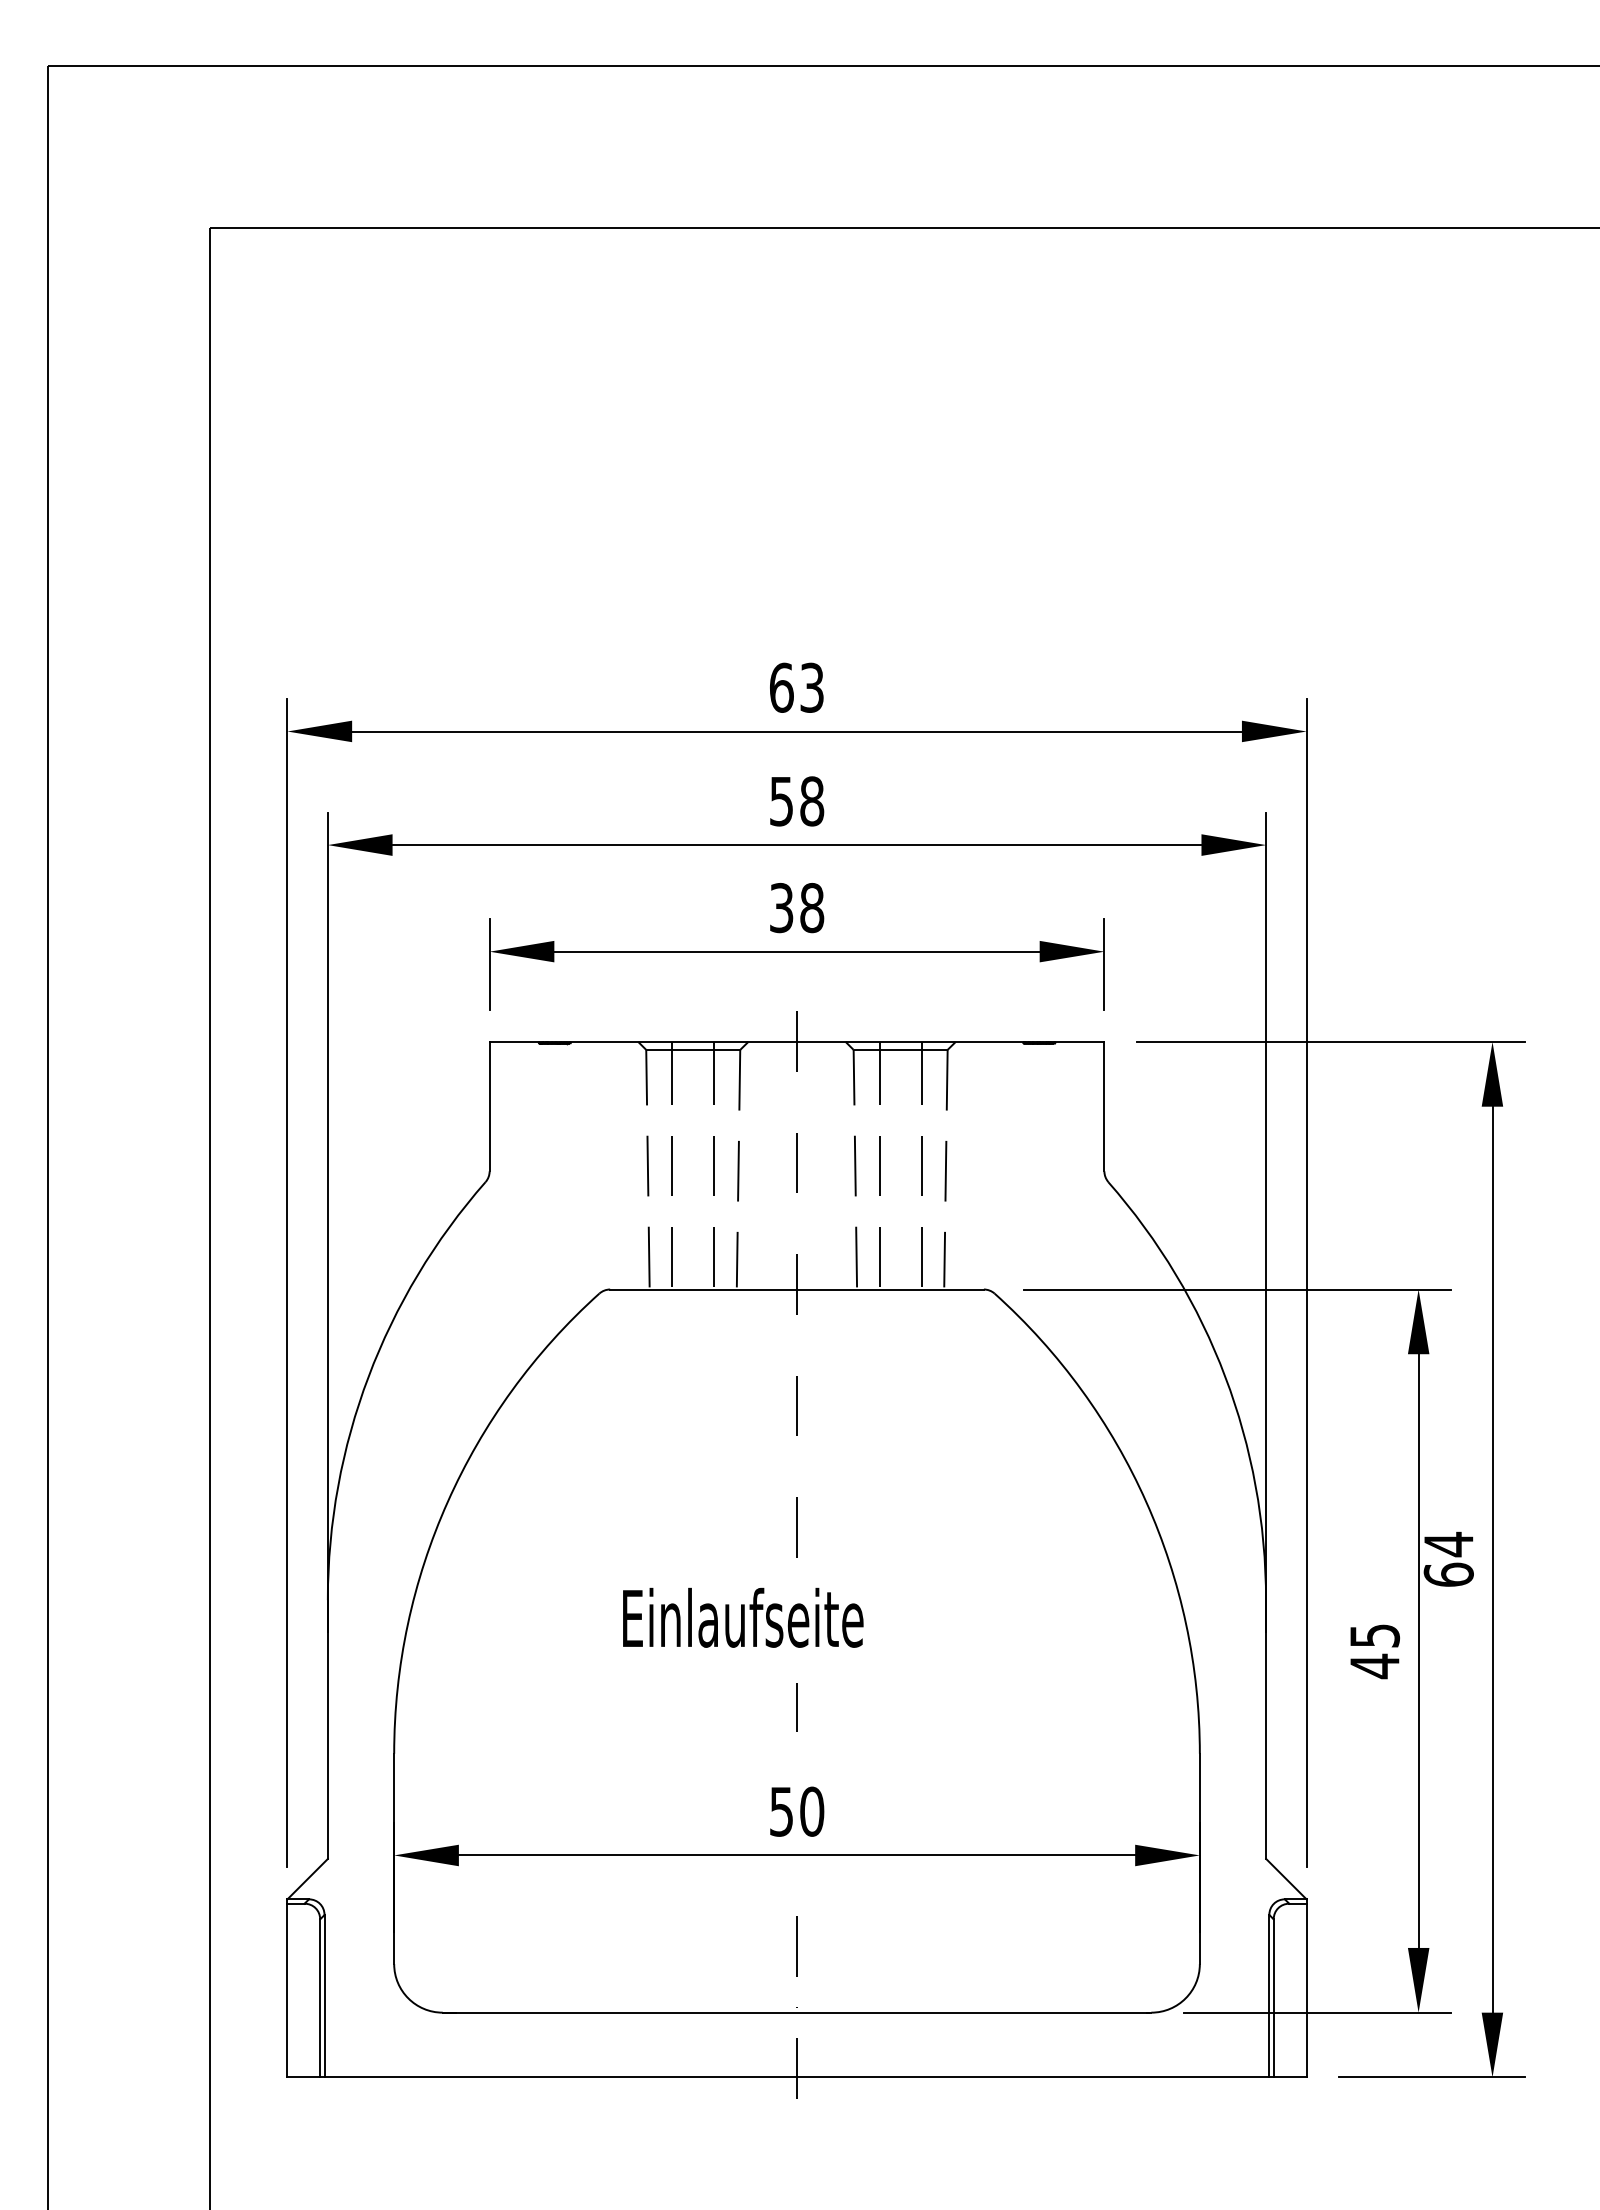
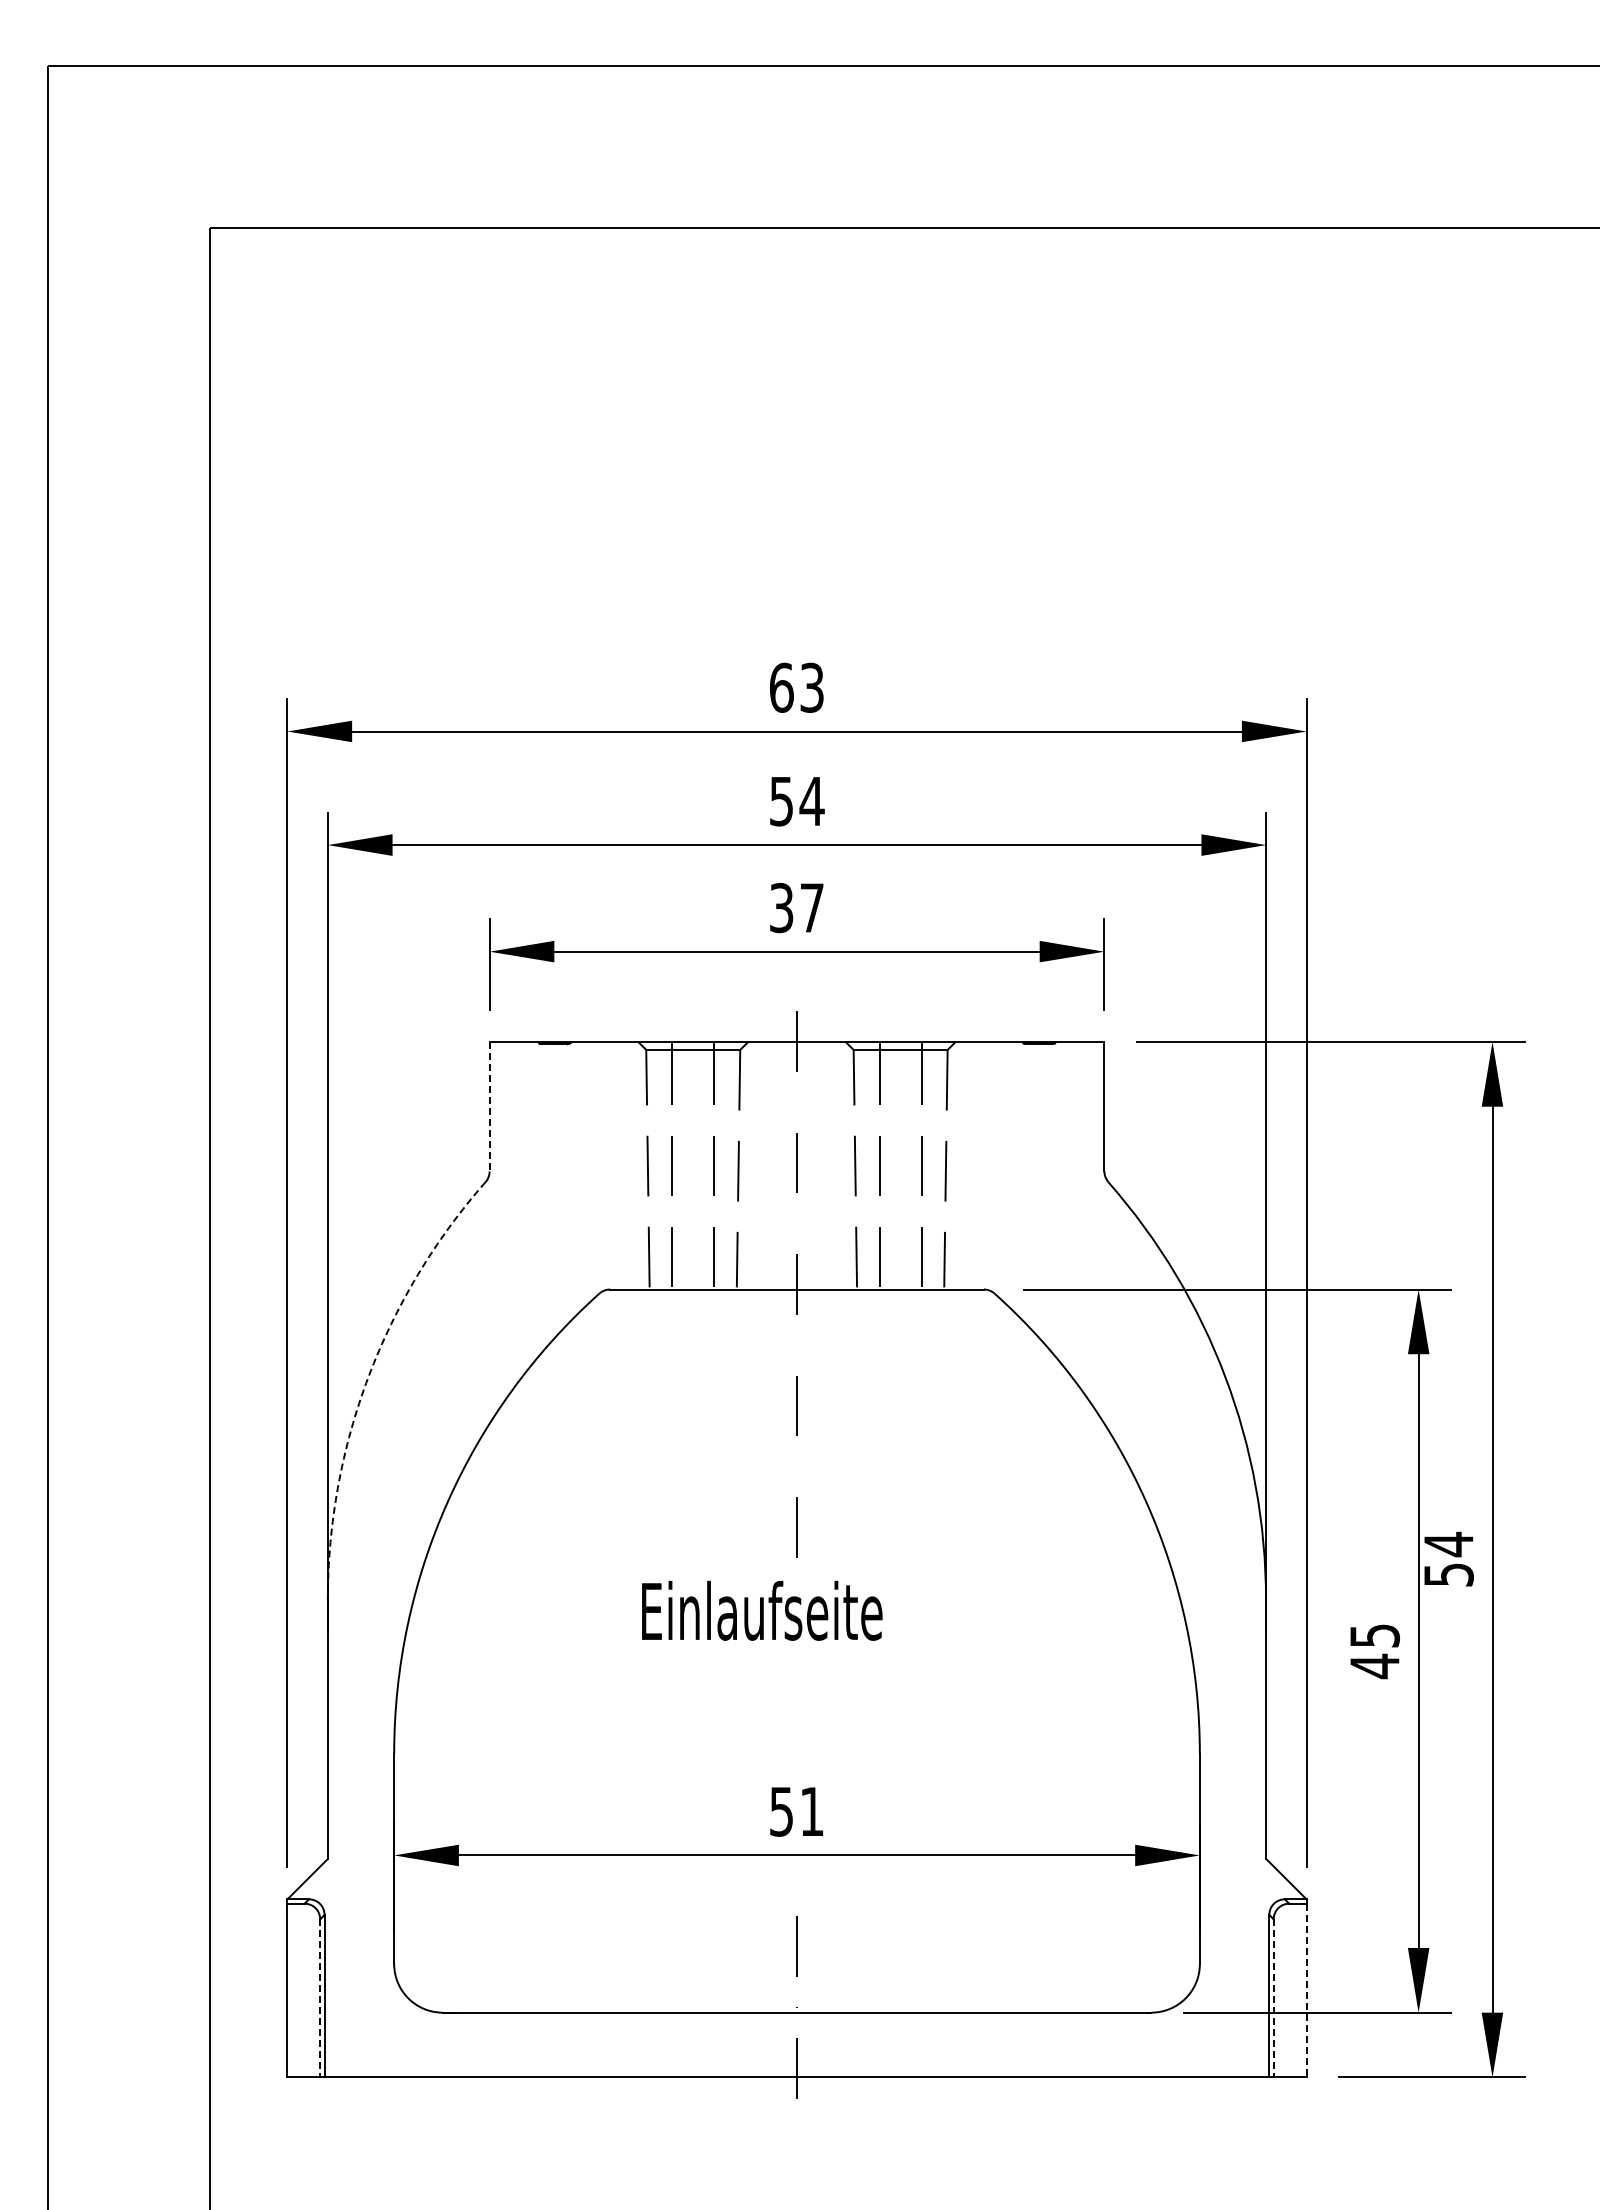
text at (811, 801): 58 -> 54
text at (812, 908): 38 -> 37
line at (489, 1106): solid -> dashed
arc at (368, 1376): solid -> dashed
text at (1448, 1574): 64 -> 54
text at (743, 1617) position: (743, 1617) -> (762, 1610)
line at (796, 1707): present -> none
text at (812, 1811): 50 -> 51
line at (1306, 1990): solid -> dashed
line at (320, 1998): solid -> dashed
line at (1273, 1998): solid -> dashed
